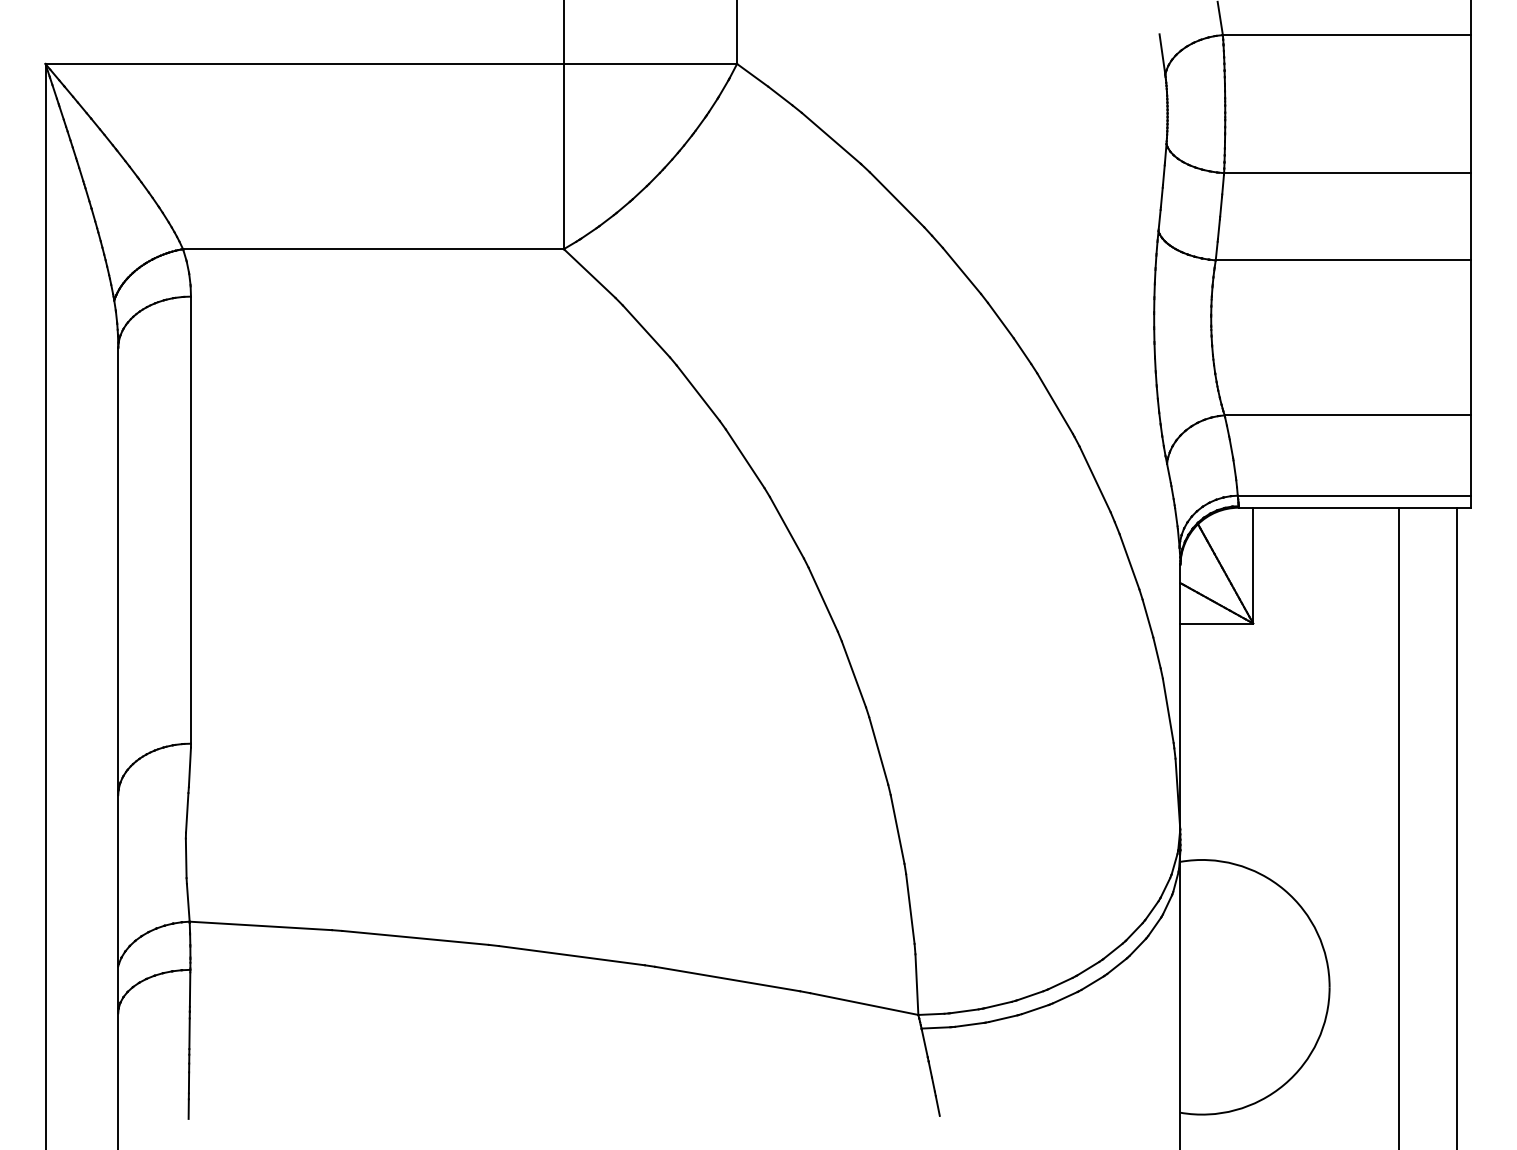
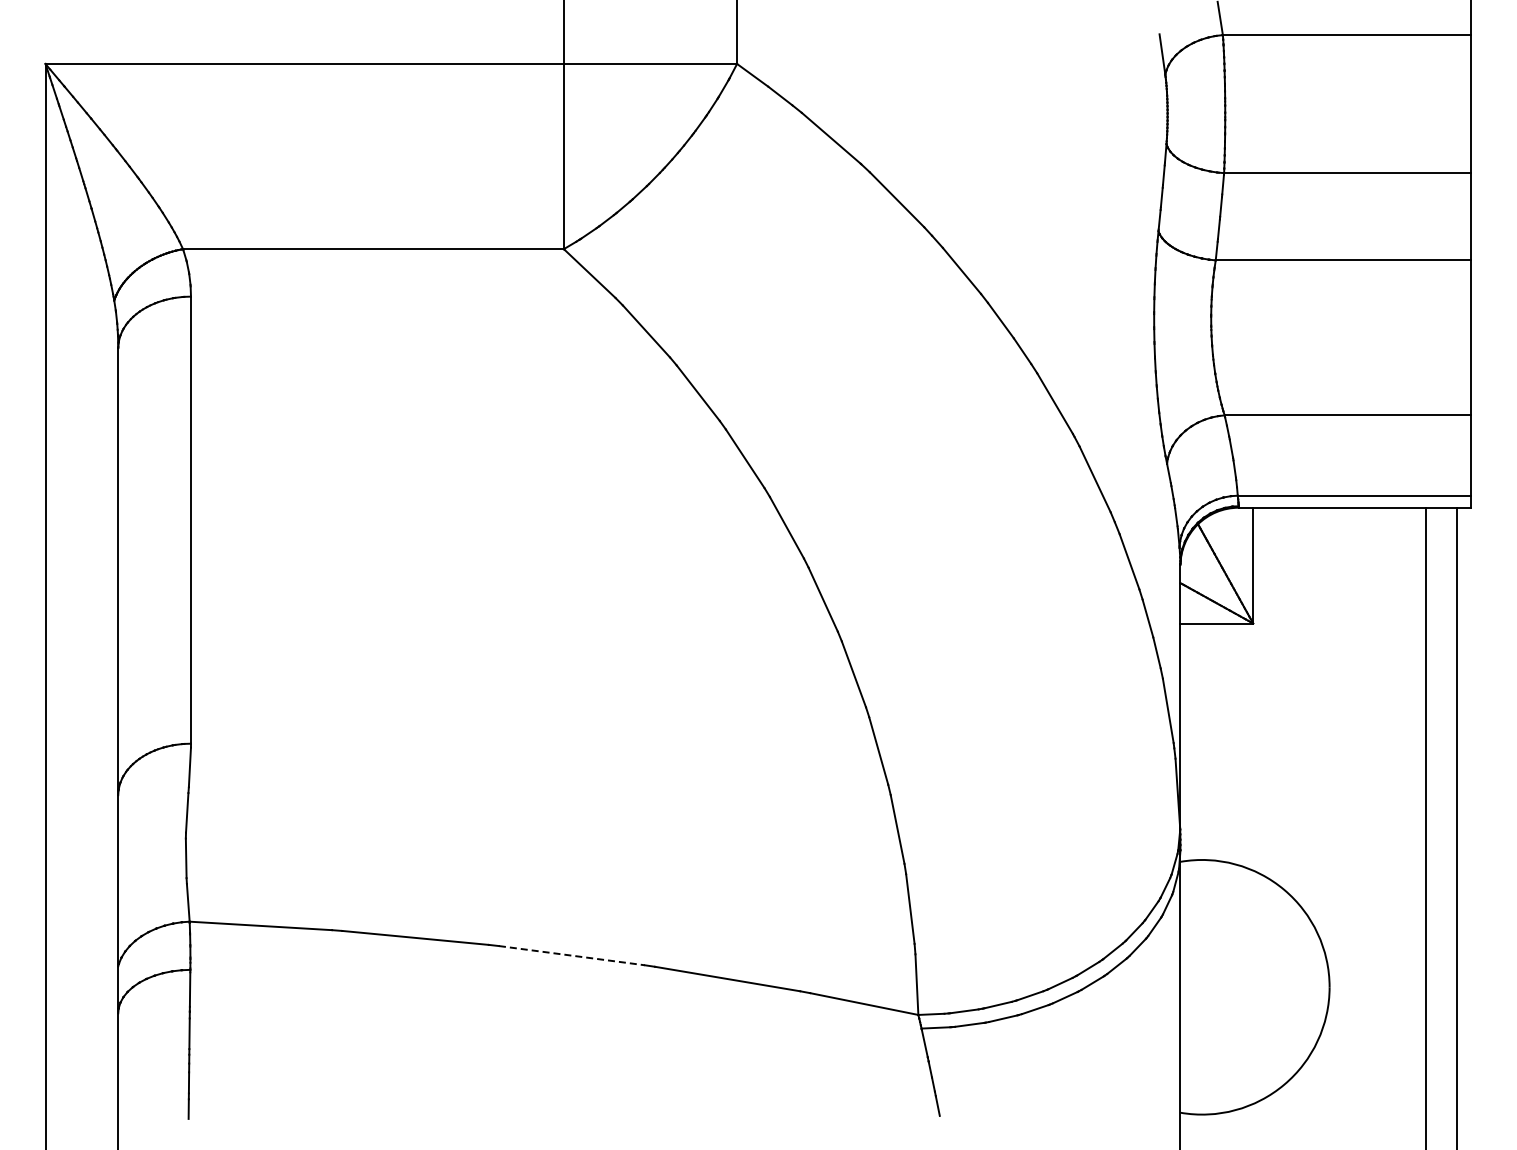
line at (1398, 826) position: (1398, 826) -> (1425, 826)
line at (571, 955): solid -> dashed
